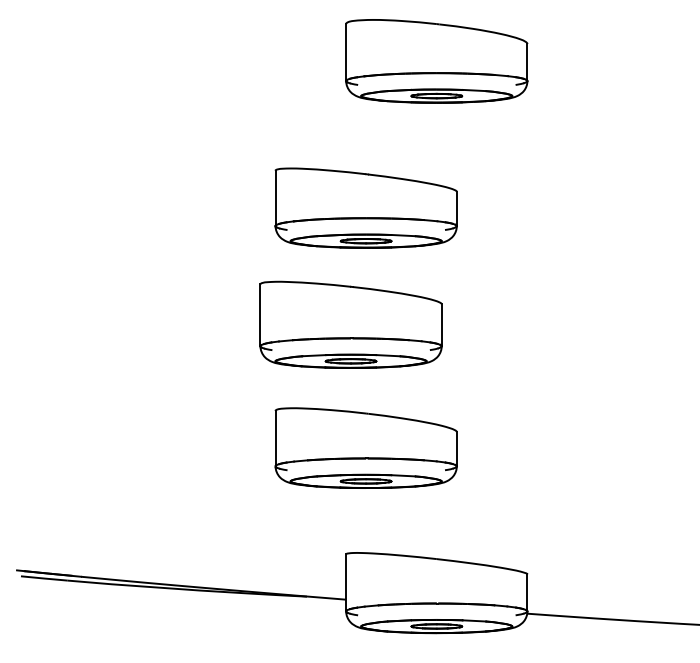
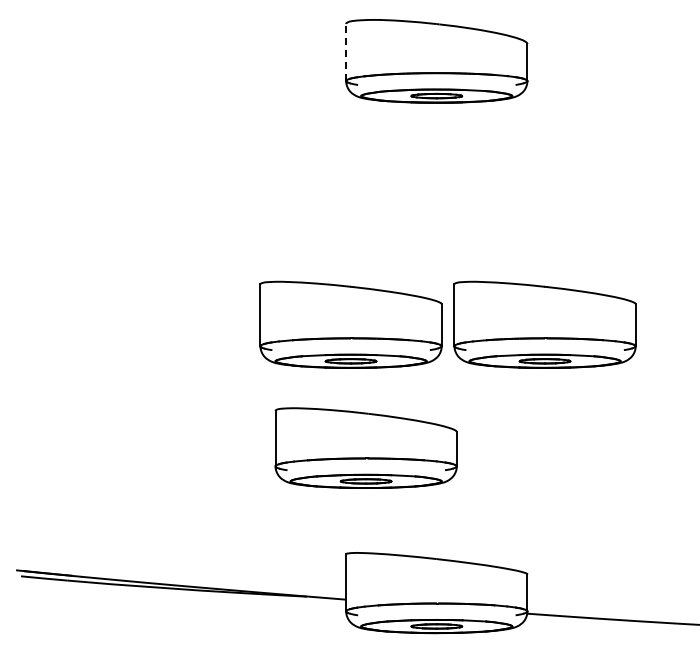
line at (346, 52): solid -> dashed
part at (365, 207): present -> none
part at (544, 324): none -> present
